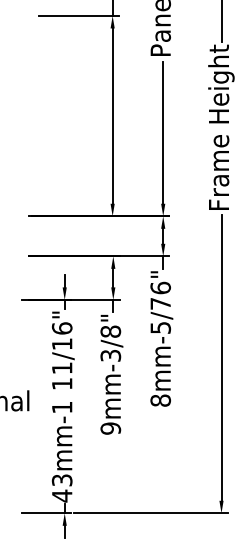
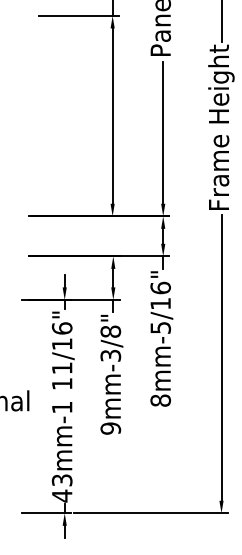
text at (160, 303): 8mm-5/76" -> 8mm-5/16"
